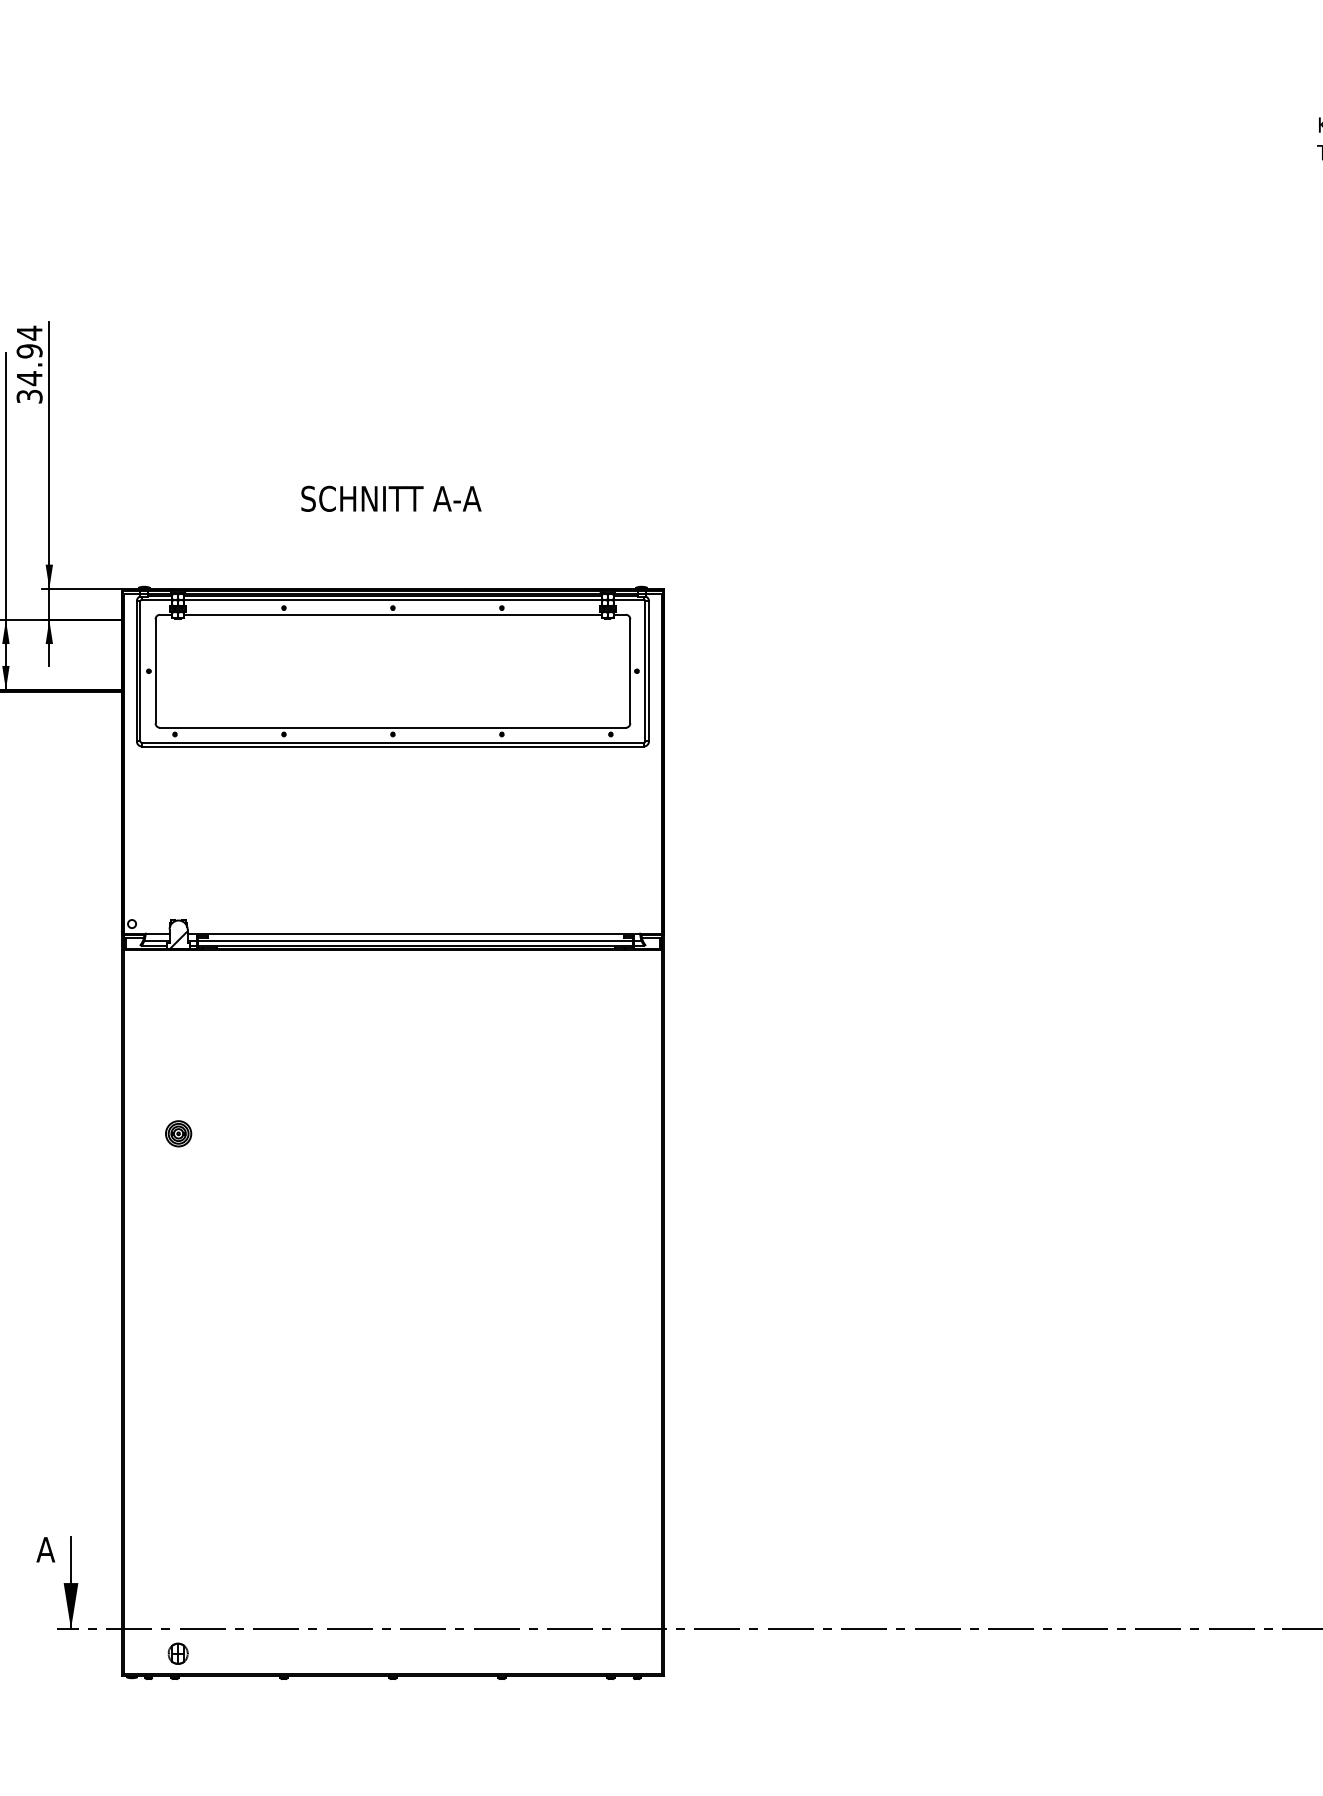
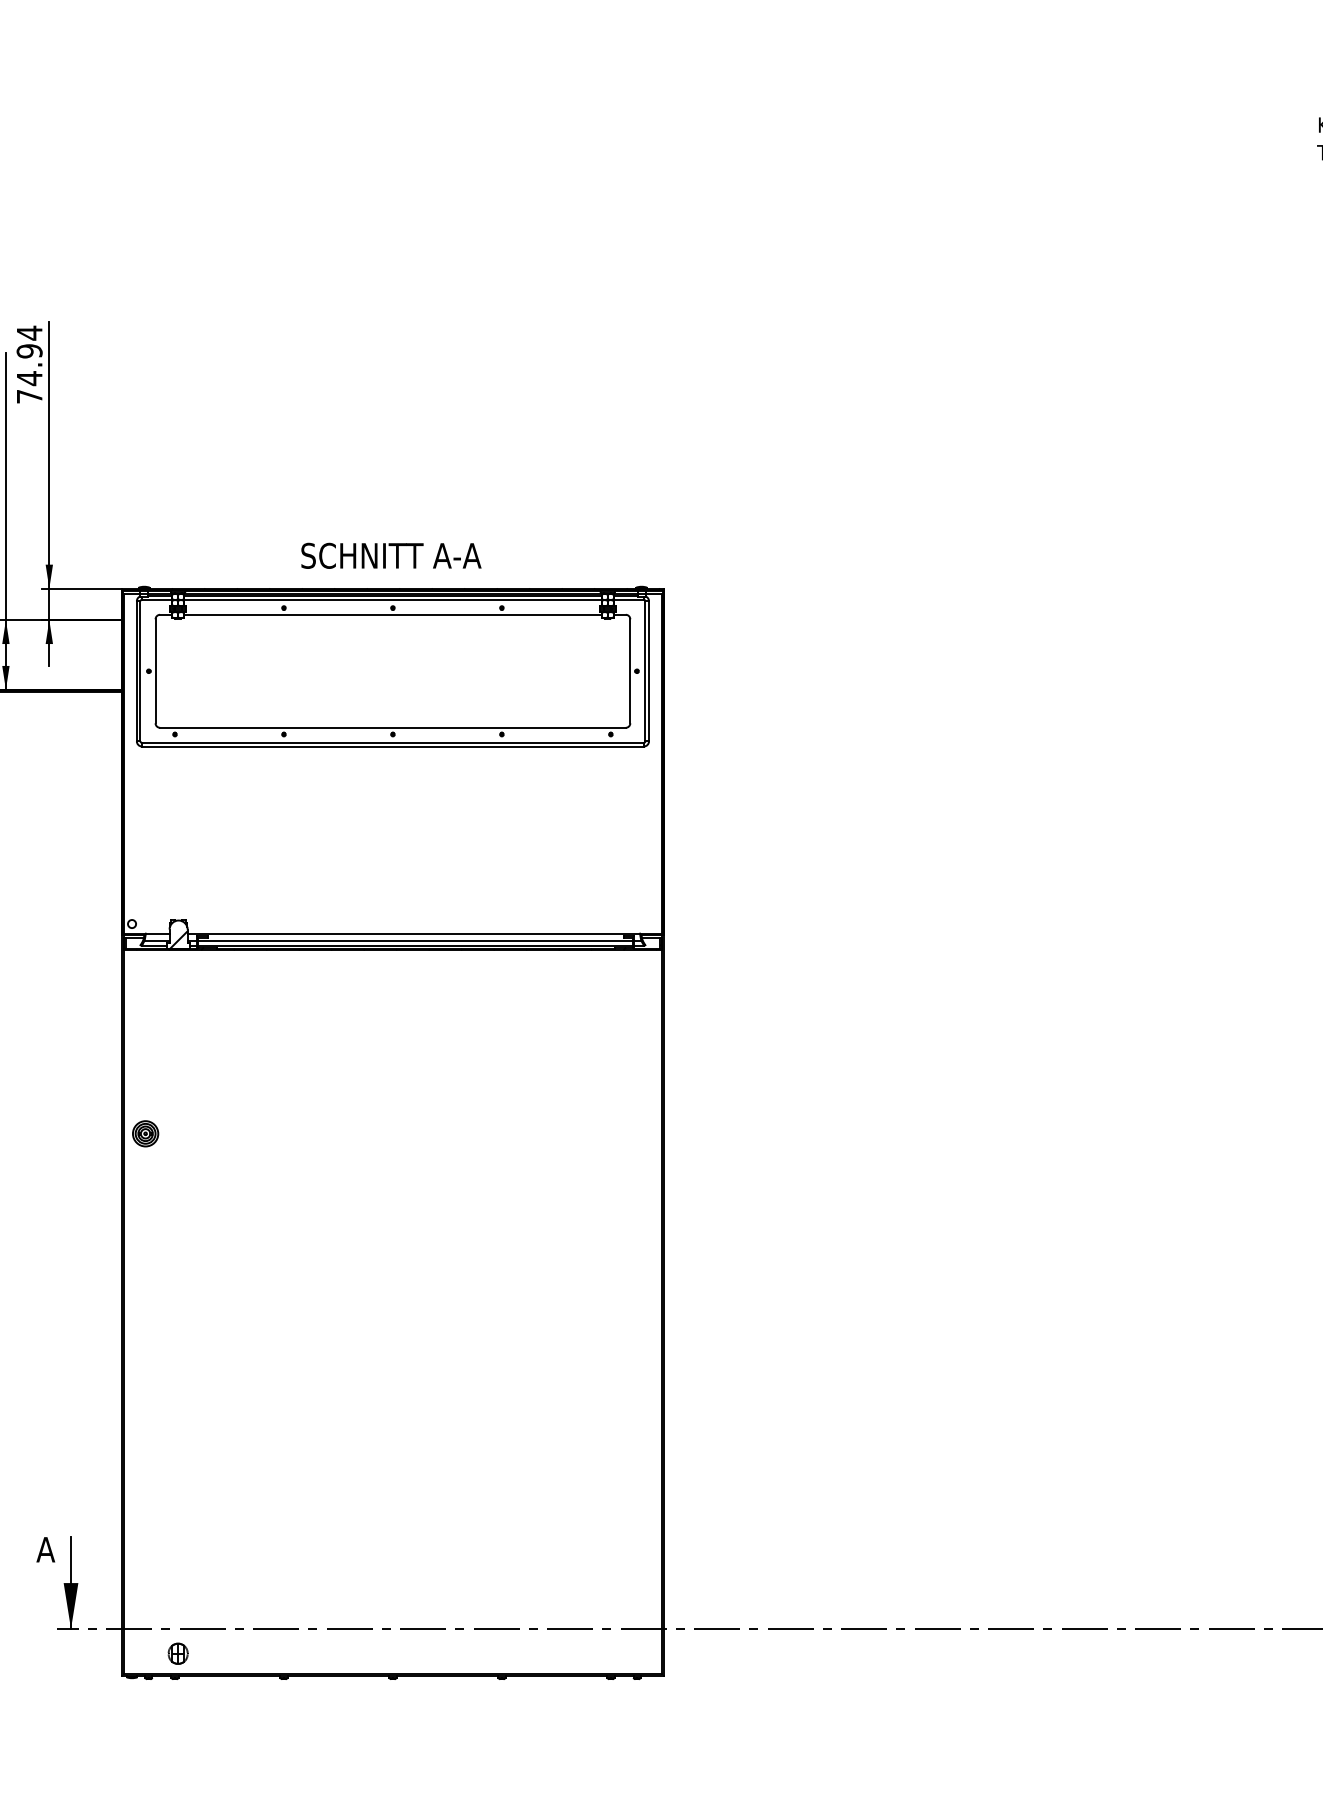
text at (29, 396): 34.94 -> 74.94
text at (391, 498) position: (391, 498) -> (391, 555)
part at (178, 1133) position: (178, 1133) -> (145, 1133)
